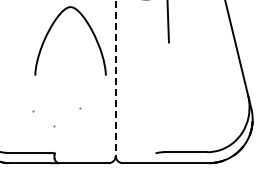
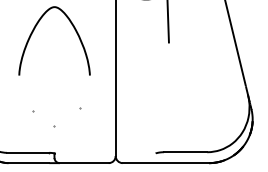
part at (50, 30) position: (50, 30) -> (34, 30)
line at (115, 78): dashed -> solid
